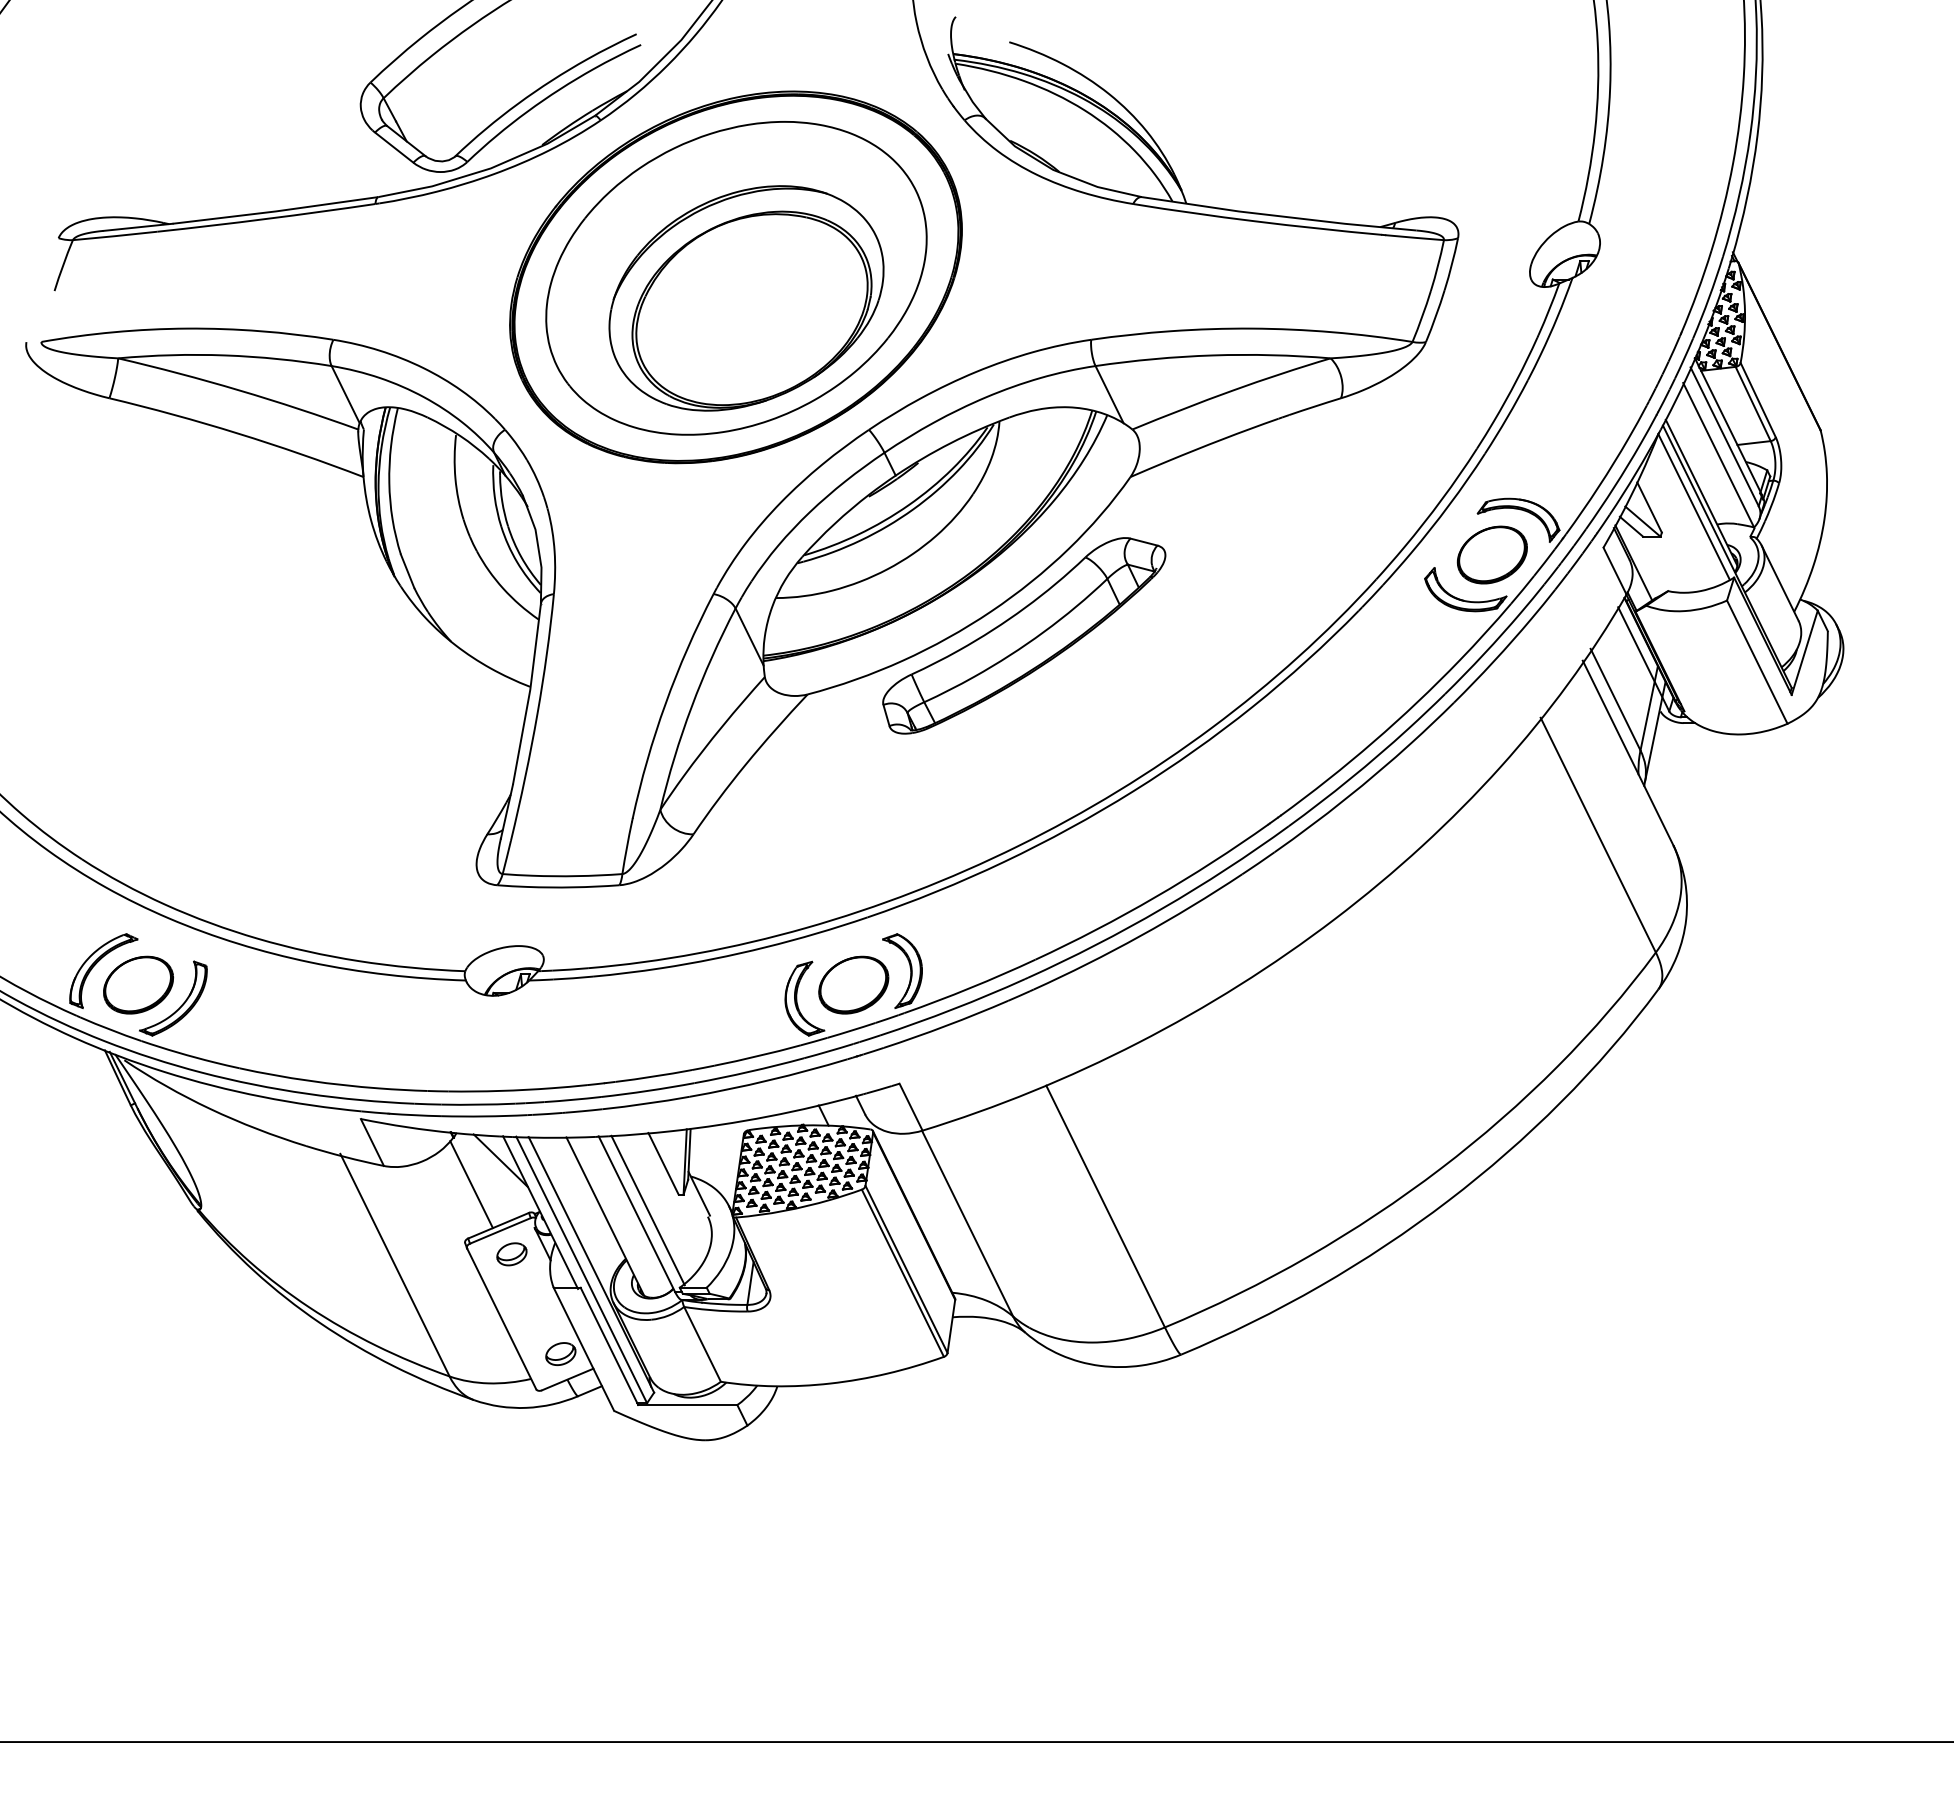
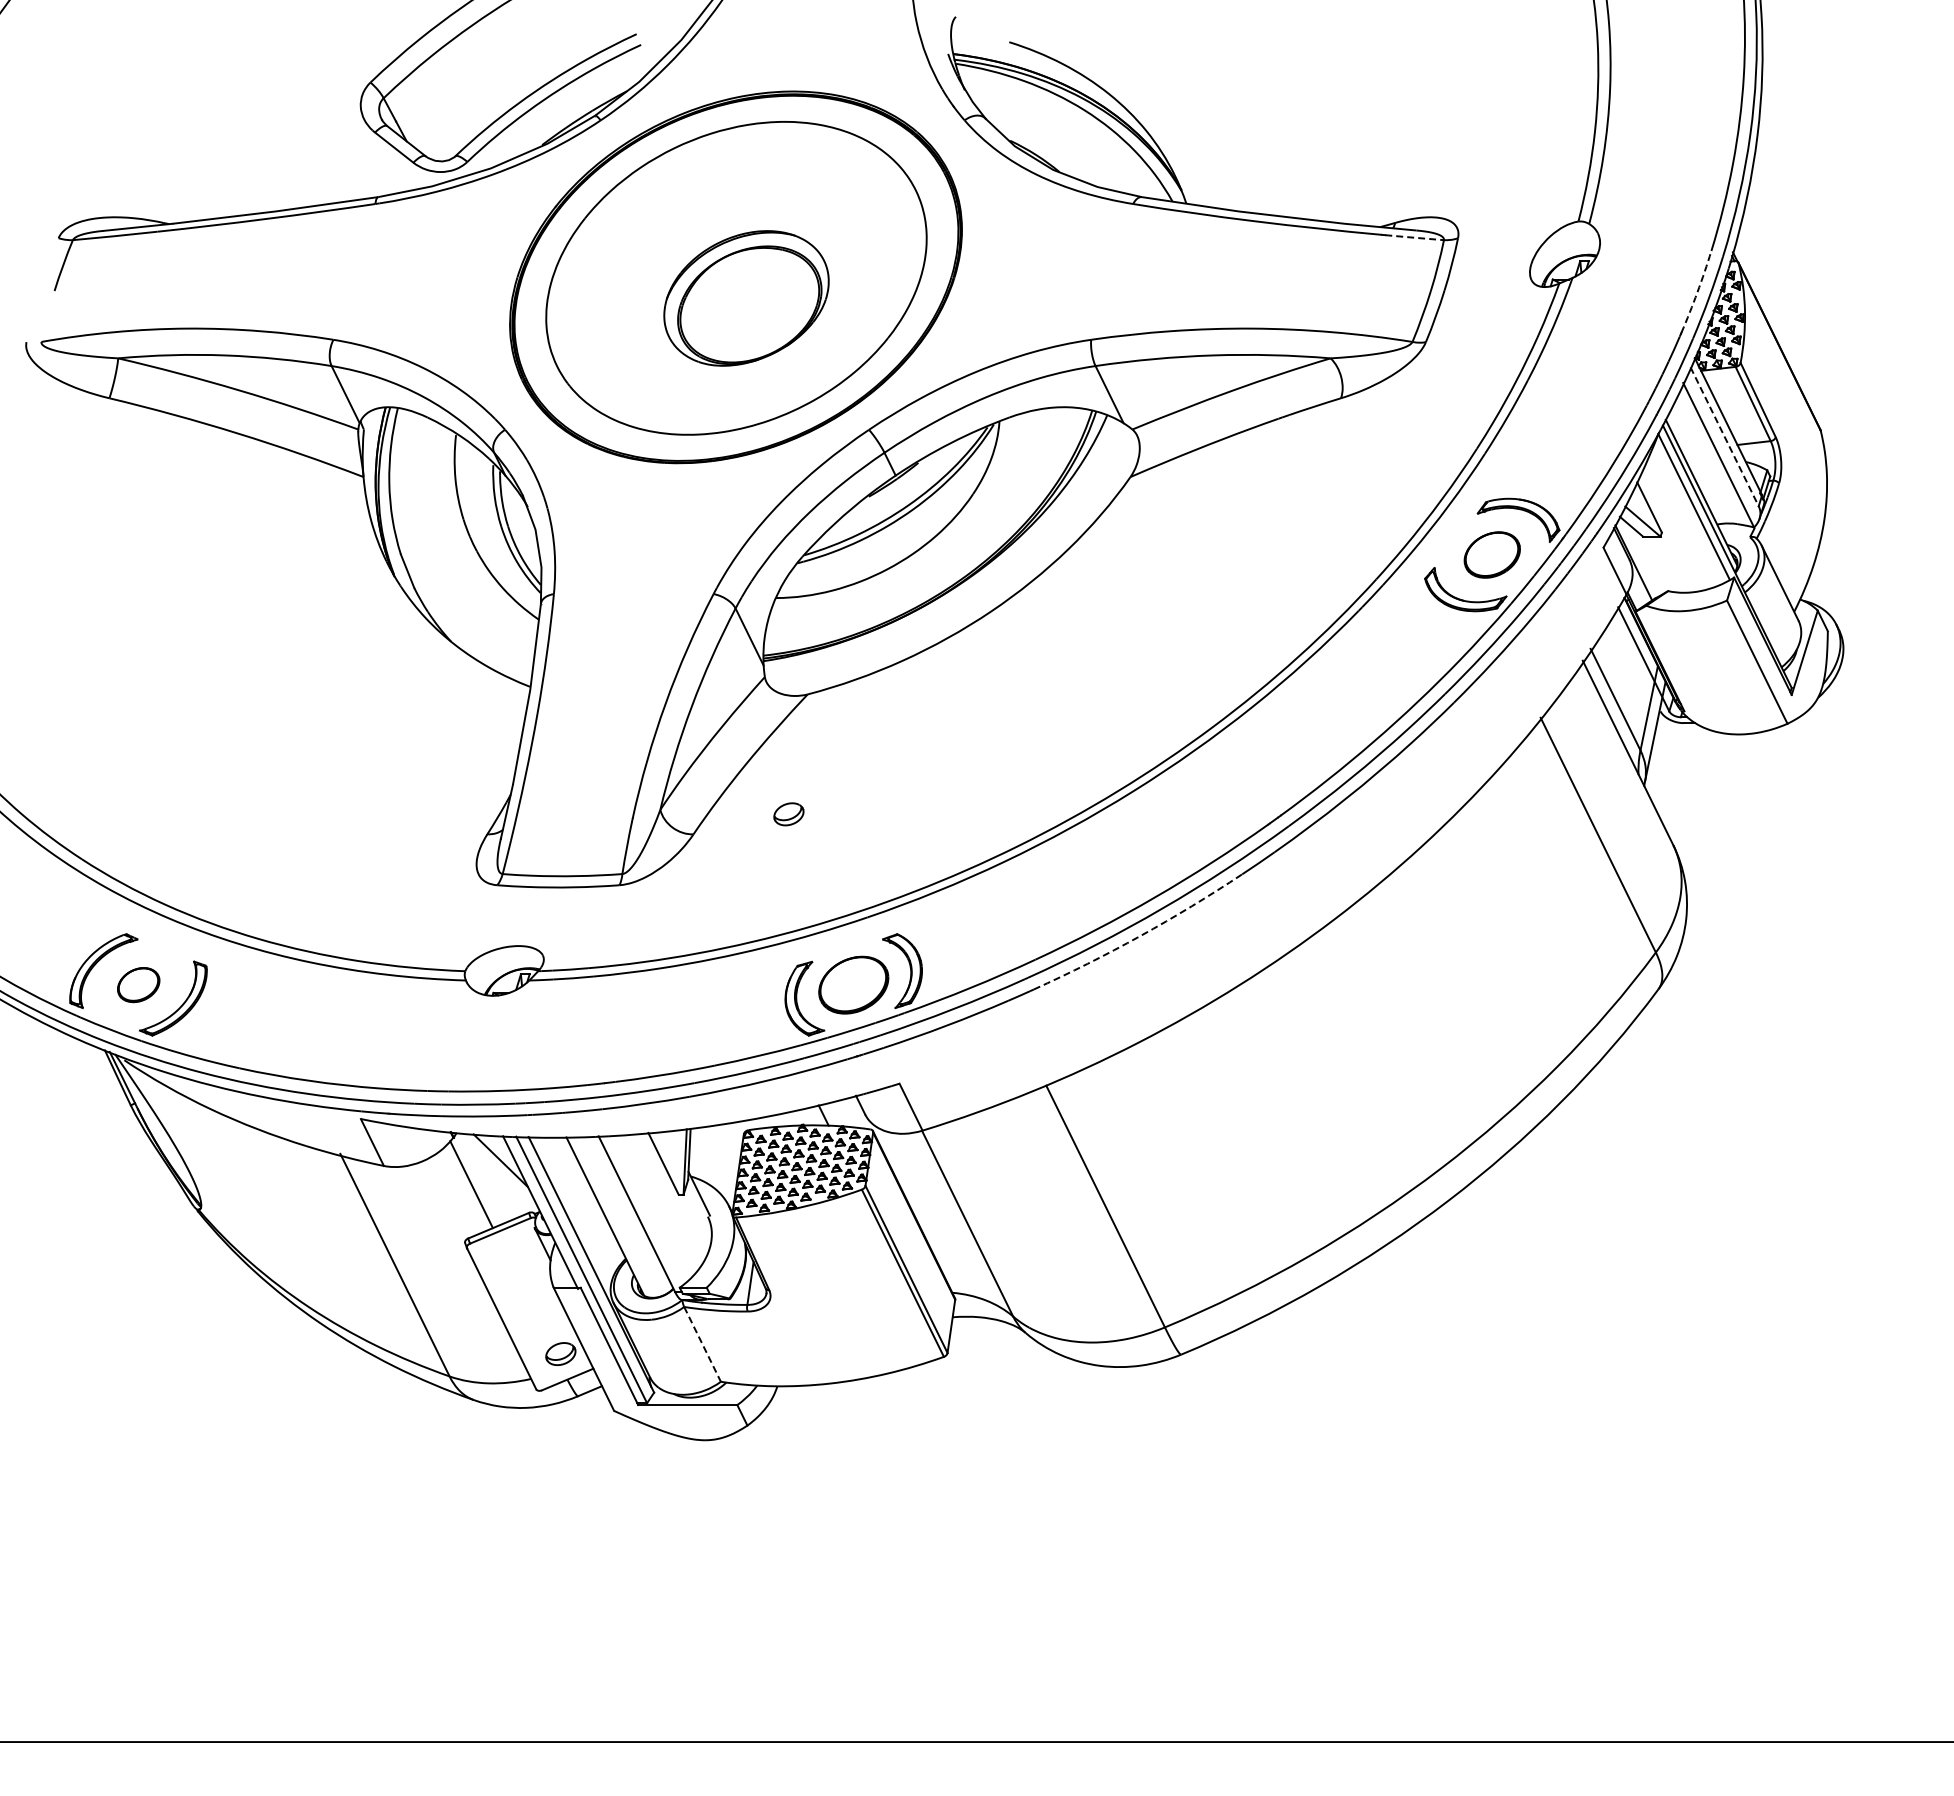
arc at (1414, 237): solid -> dashed
arc at (1697, 292): solid -> dashed
part at (746, 298) size: 277x227 px -> 167x137 px
line at (1724, 437): solid -> dashed
part at (1491, 554) size: 72x60 px -> 58x48 px
part at (1024, 635): present -> none
arc at (1140, 936): solid -> dashed
part at (138, 984) size: 72x60 px -> 44x37 px
line at (647, 1210): present -> none
part at (511, 1254) position: (511, 1254) -> (788, 814)
line at (702, 1344): solid -> dashed
